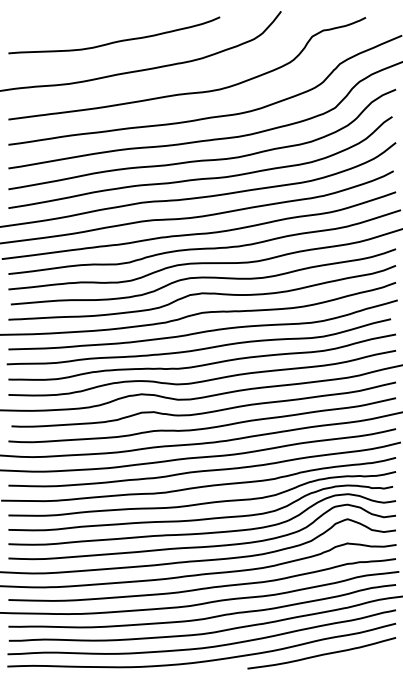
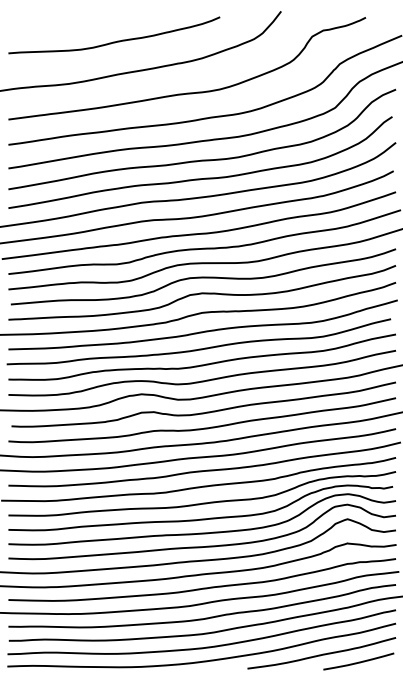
curve at (358, 661): none -> present
